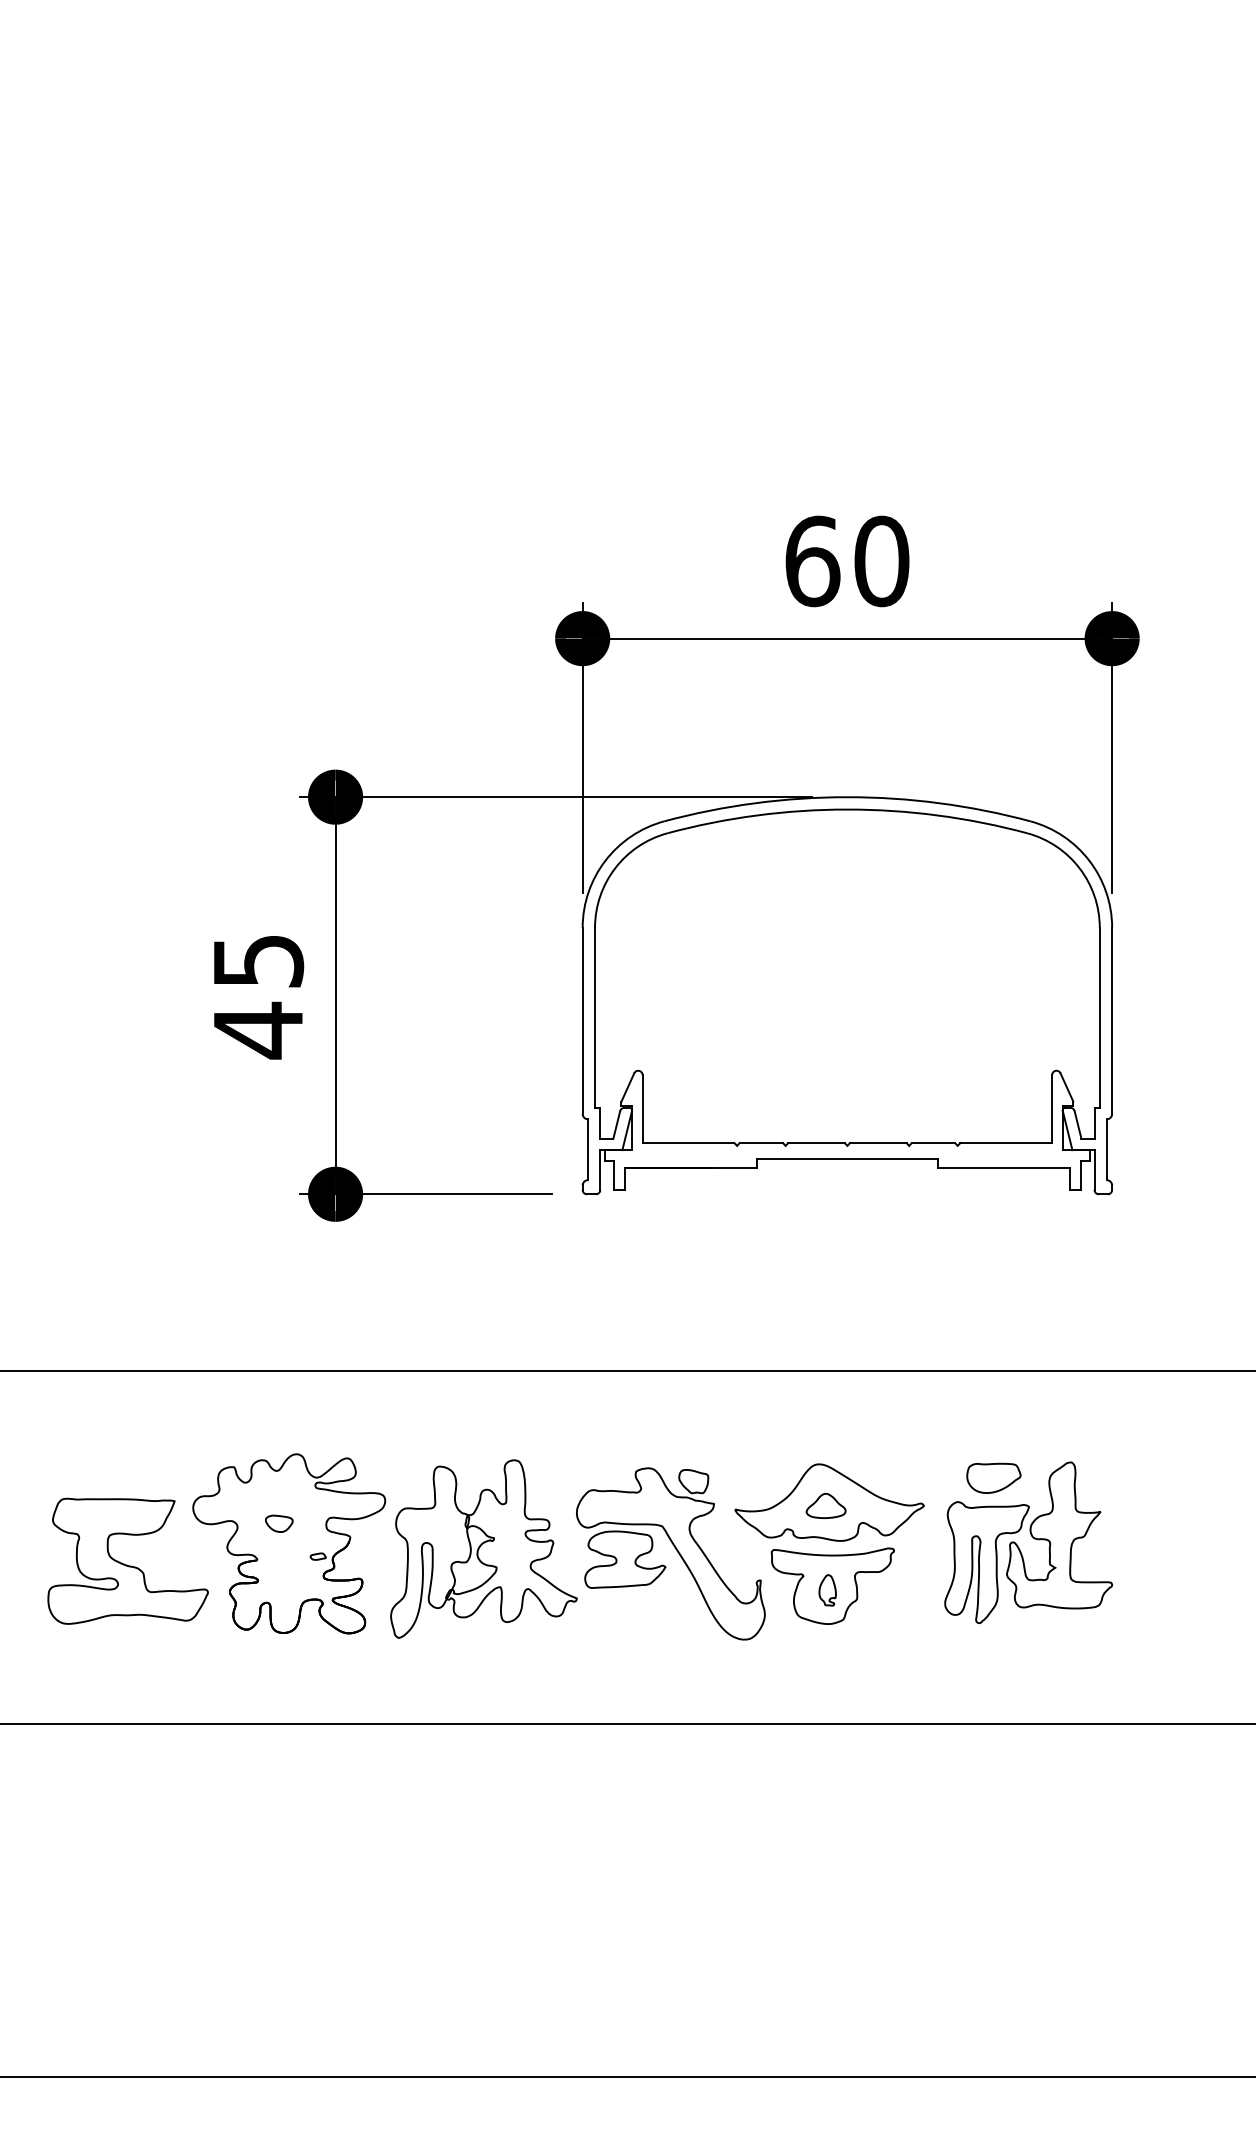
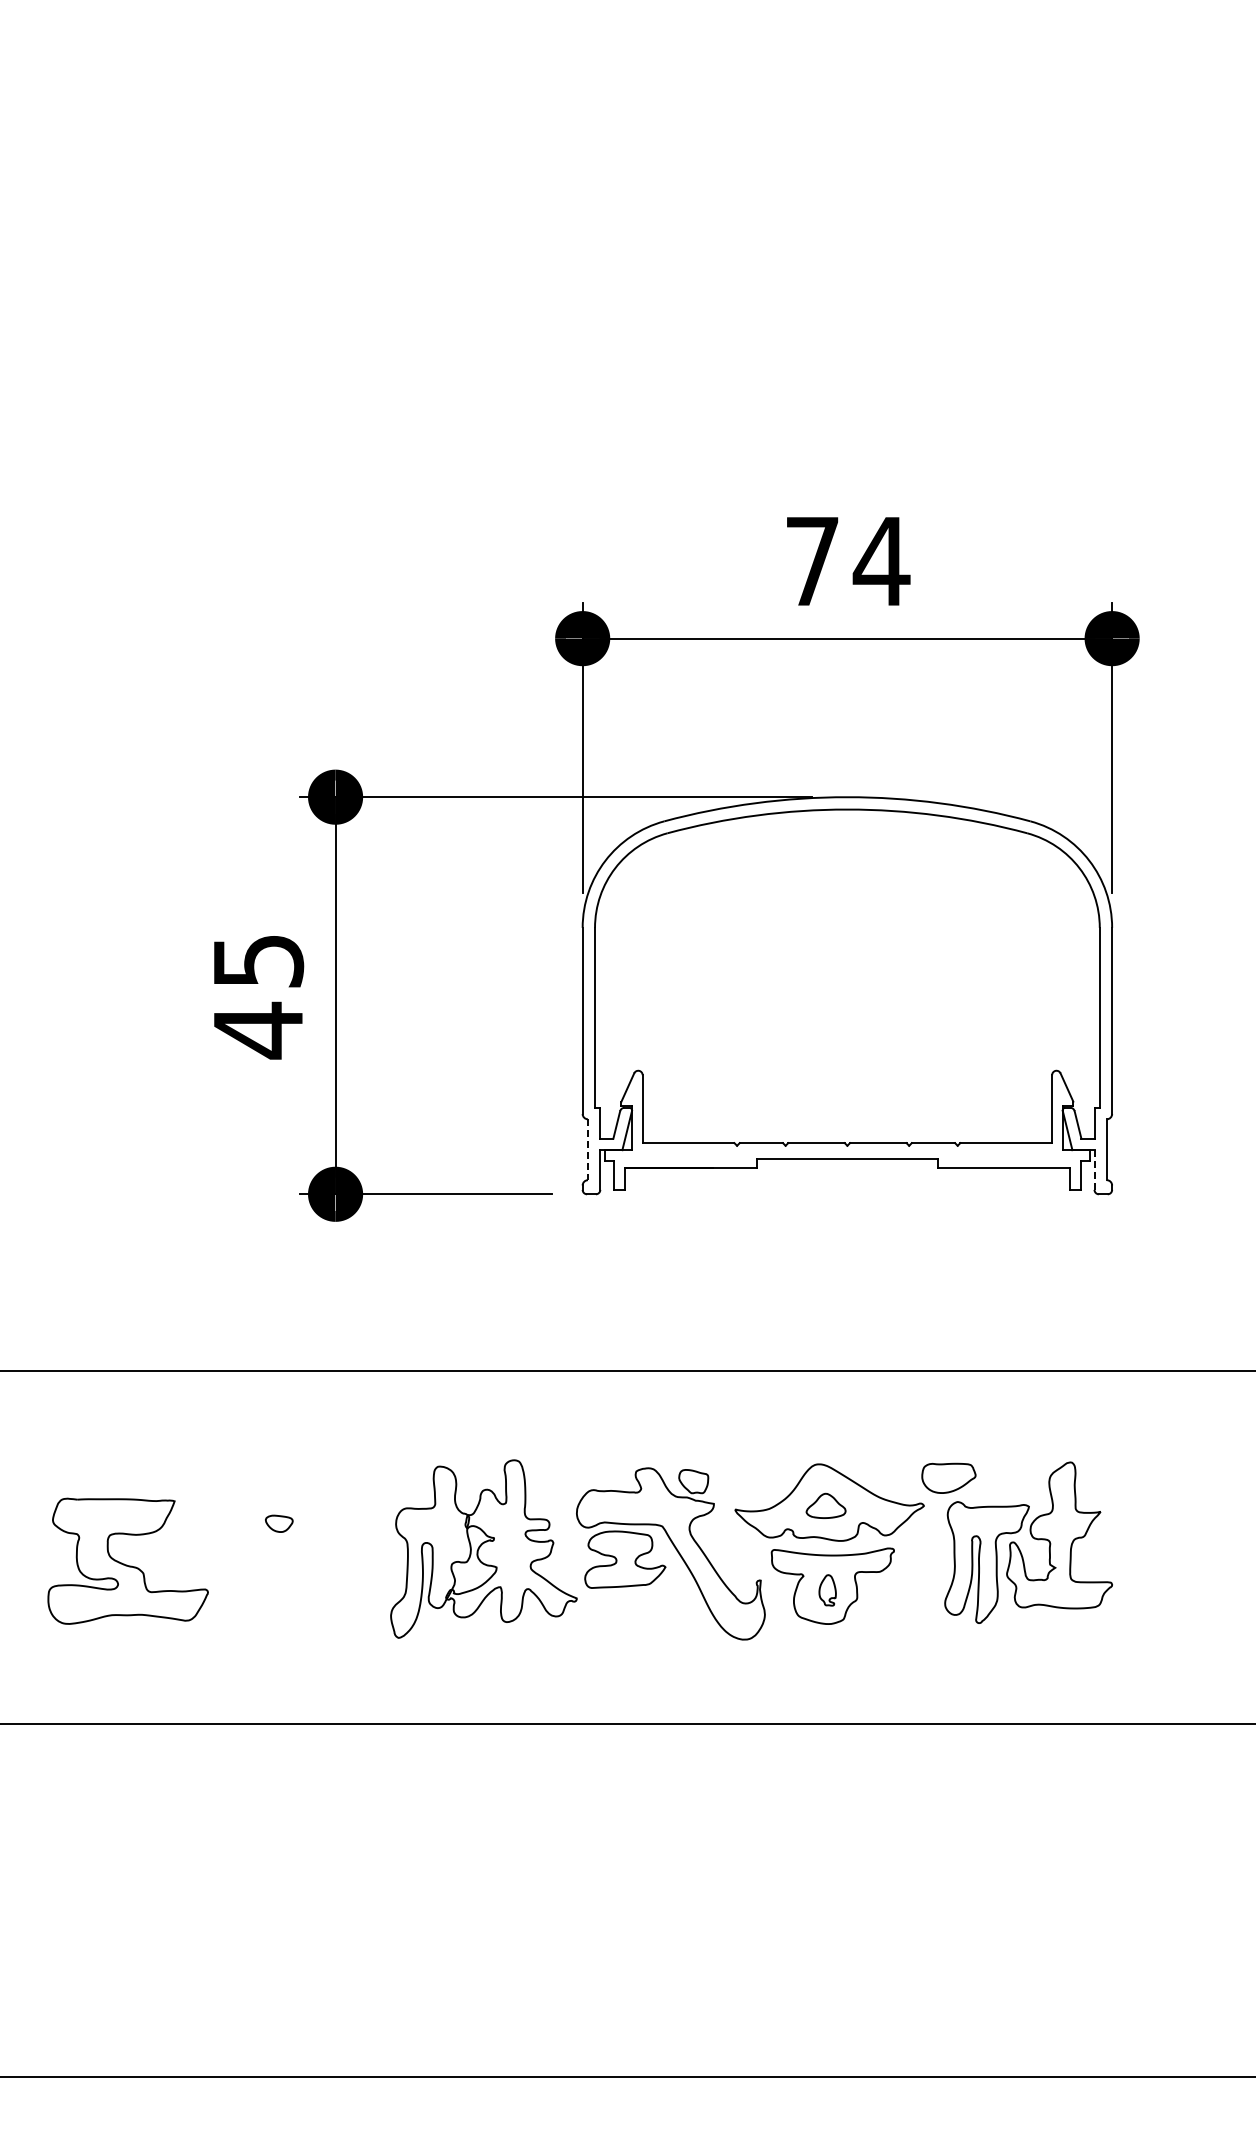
text at (847, 561): 60 -> 74
line at (587, 1150): solid -> dashed
line at (1094, 1169): solid -> dashed
part at (993, 1477) position: (993, 1477) -> (948, 1477)
part at (289, 1543): present -> none
